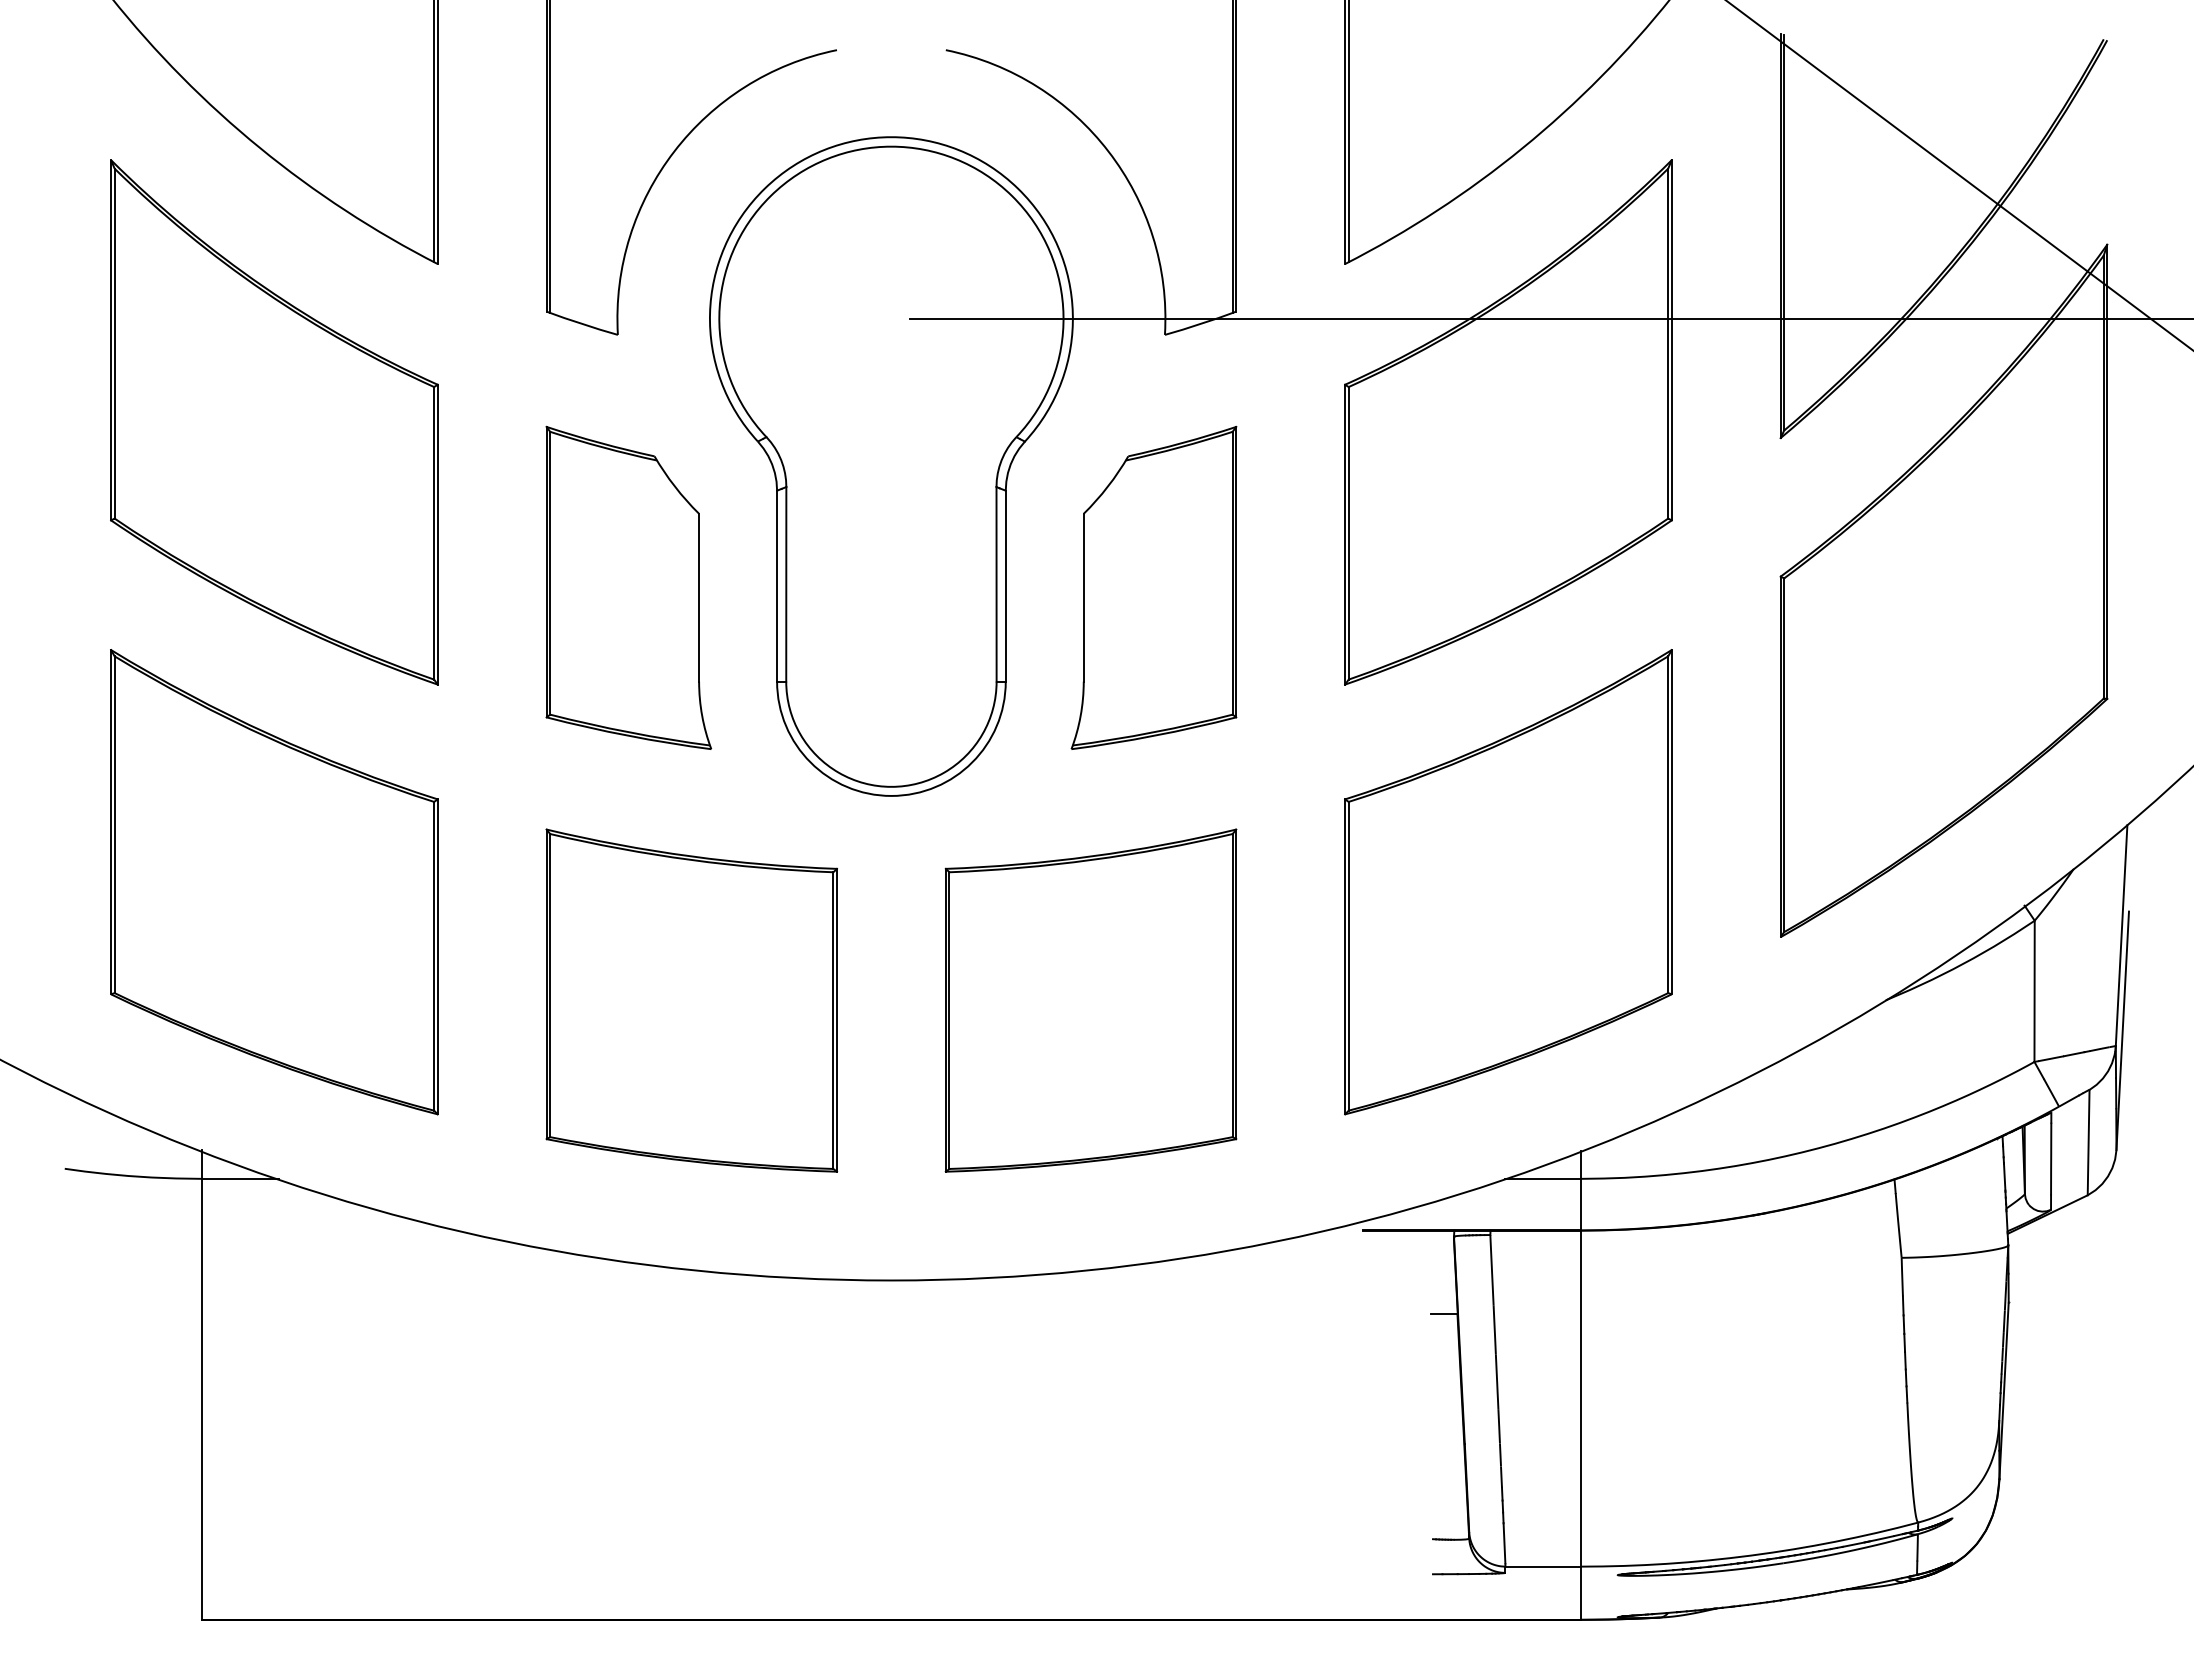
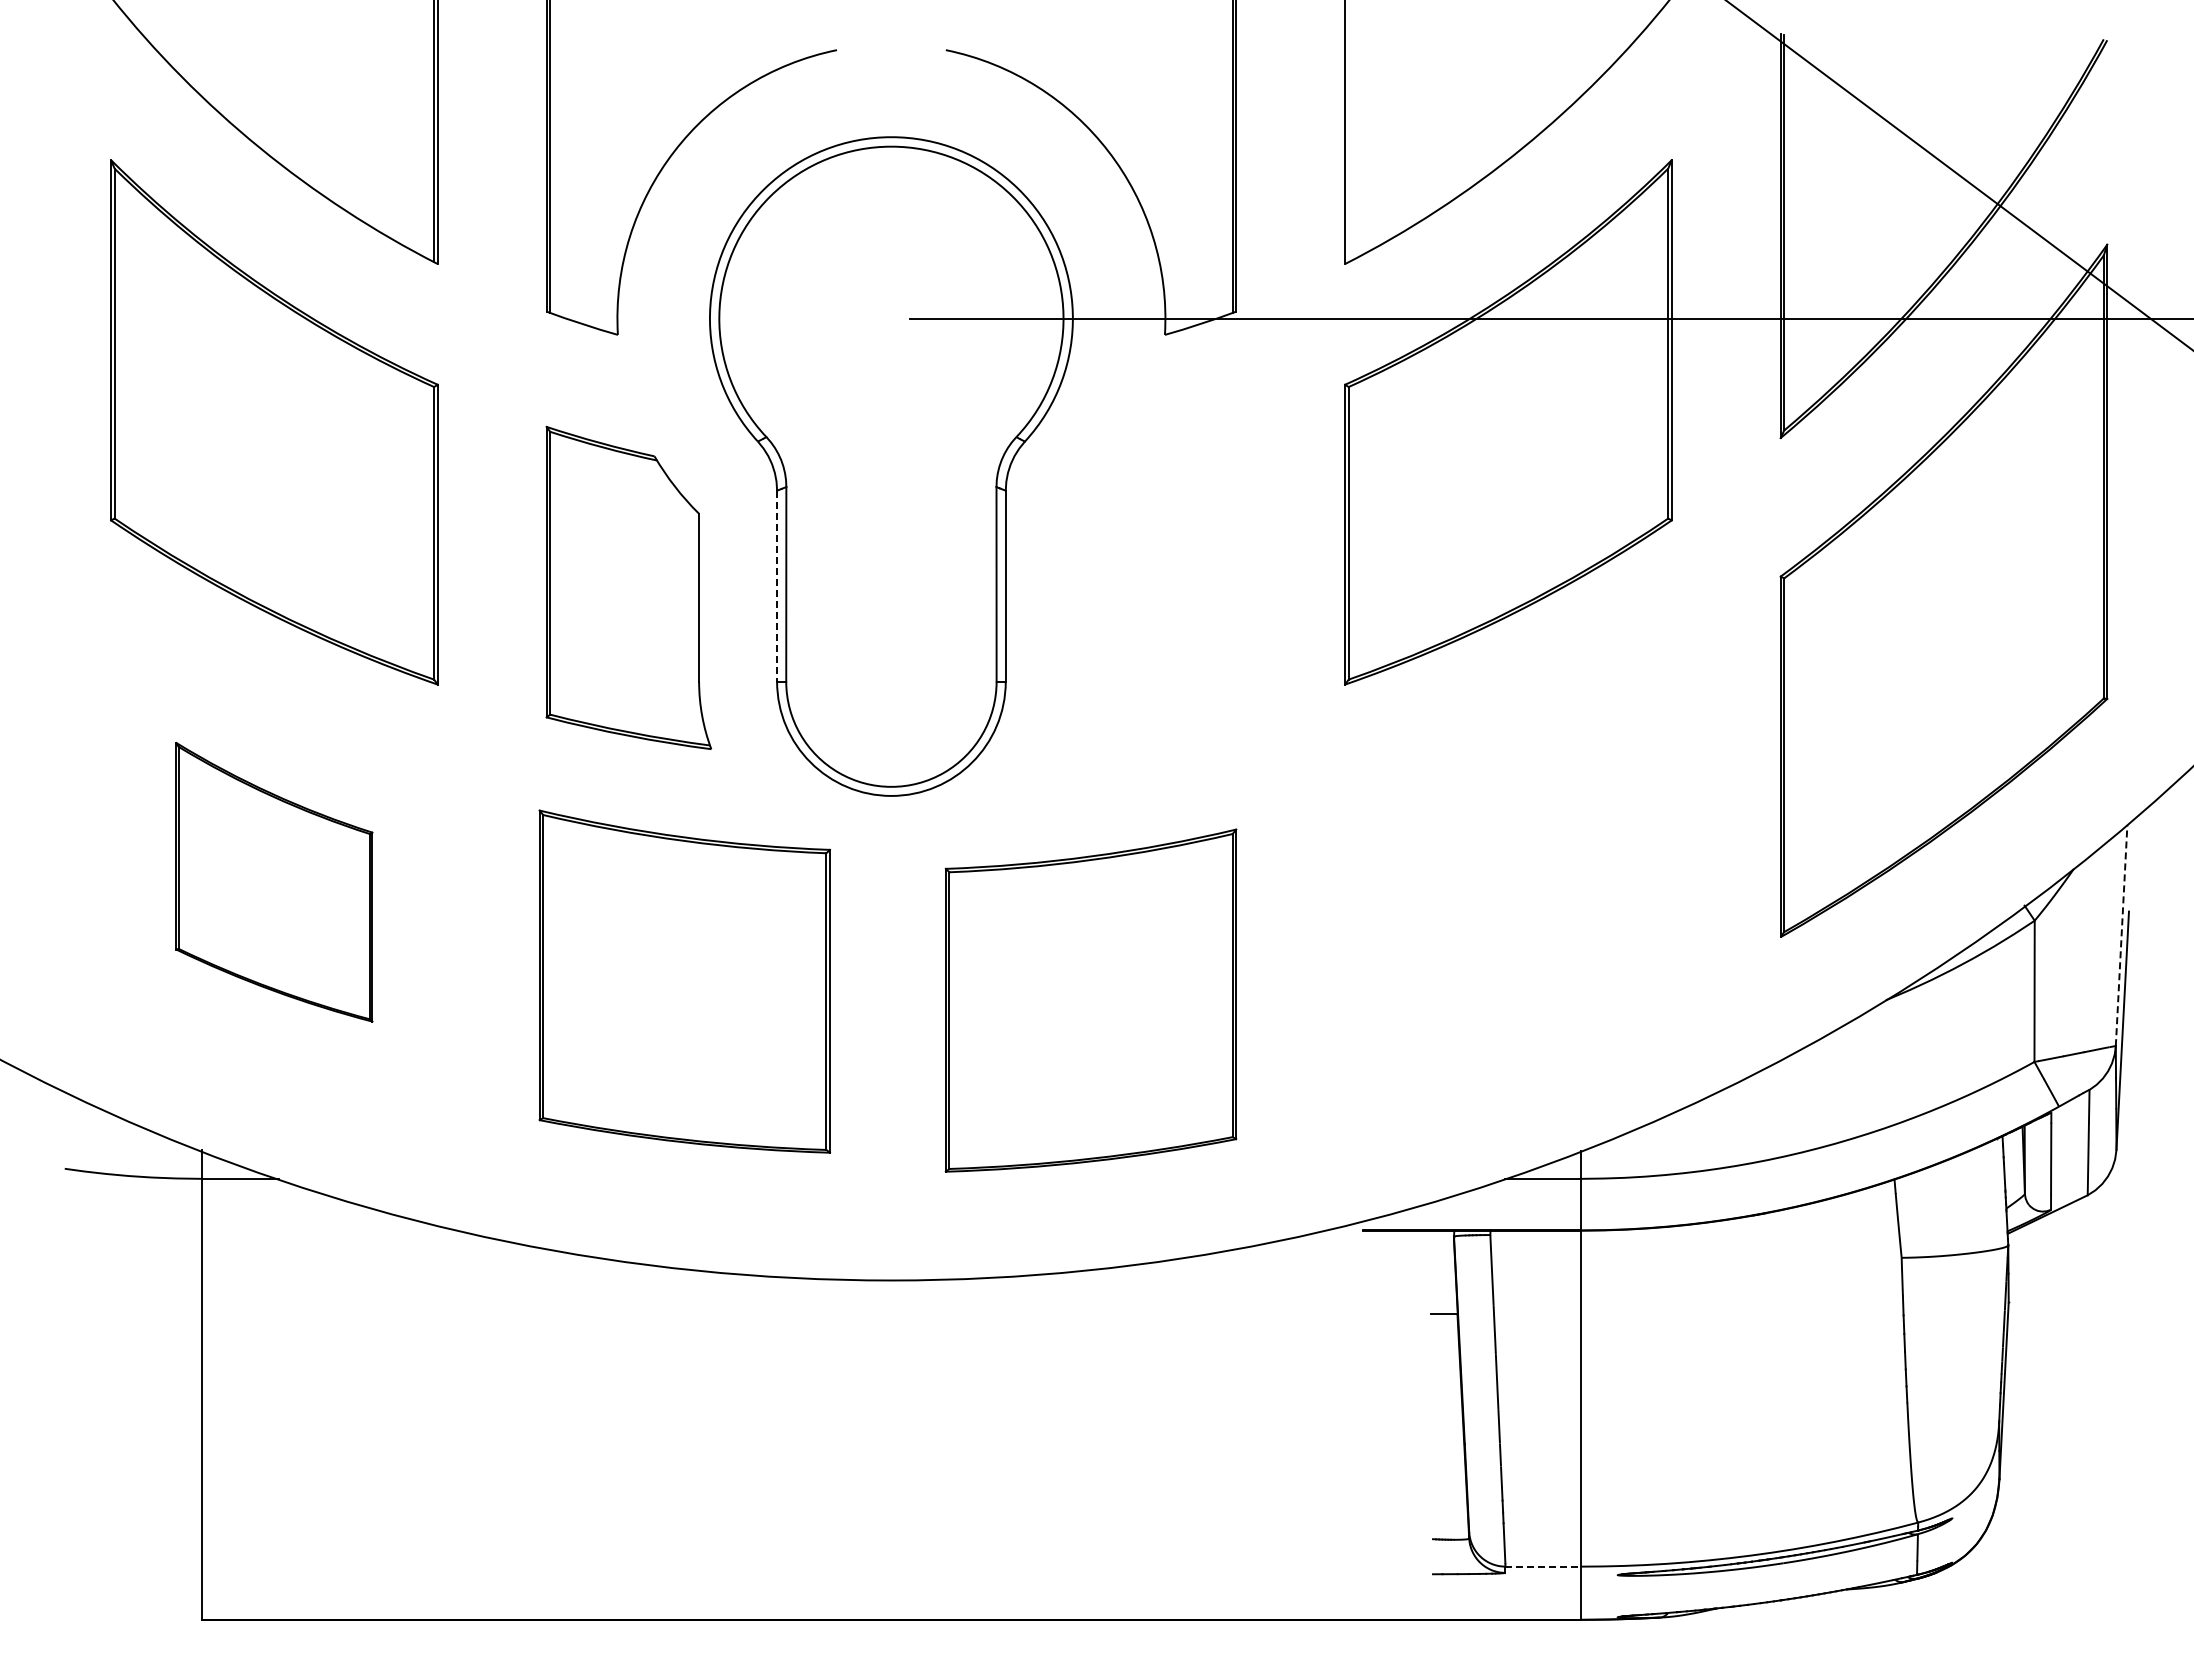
line at (1348, 132): present -> none
line at (777, 586): solid -> dashed
part at (1153, 587): present -> none
part at (274, 882) size: 329x467 px -> 199x281 px
part at (1508, 882): present -> none
line at (2121, 935): solid -> dashed
part at (691, 1000) position: (691, 1000) -> (684, 981)
line at (1543, 1566): solid -> dashed
